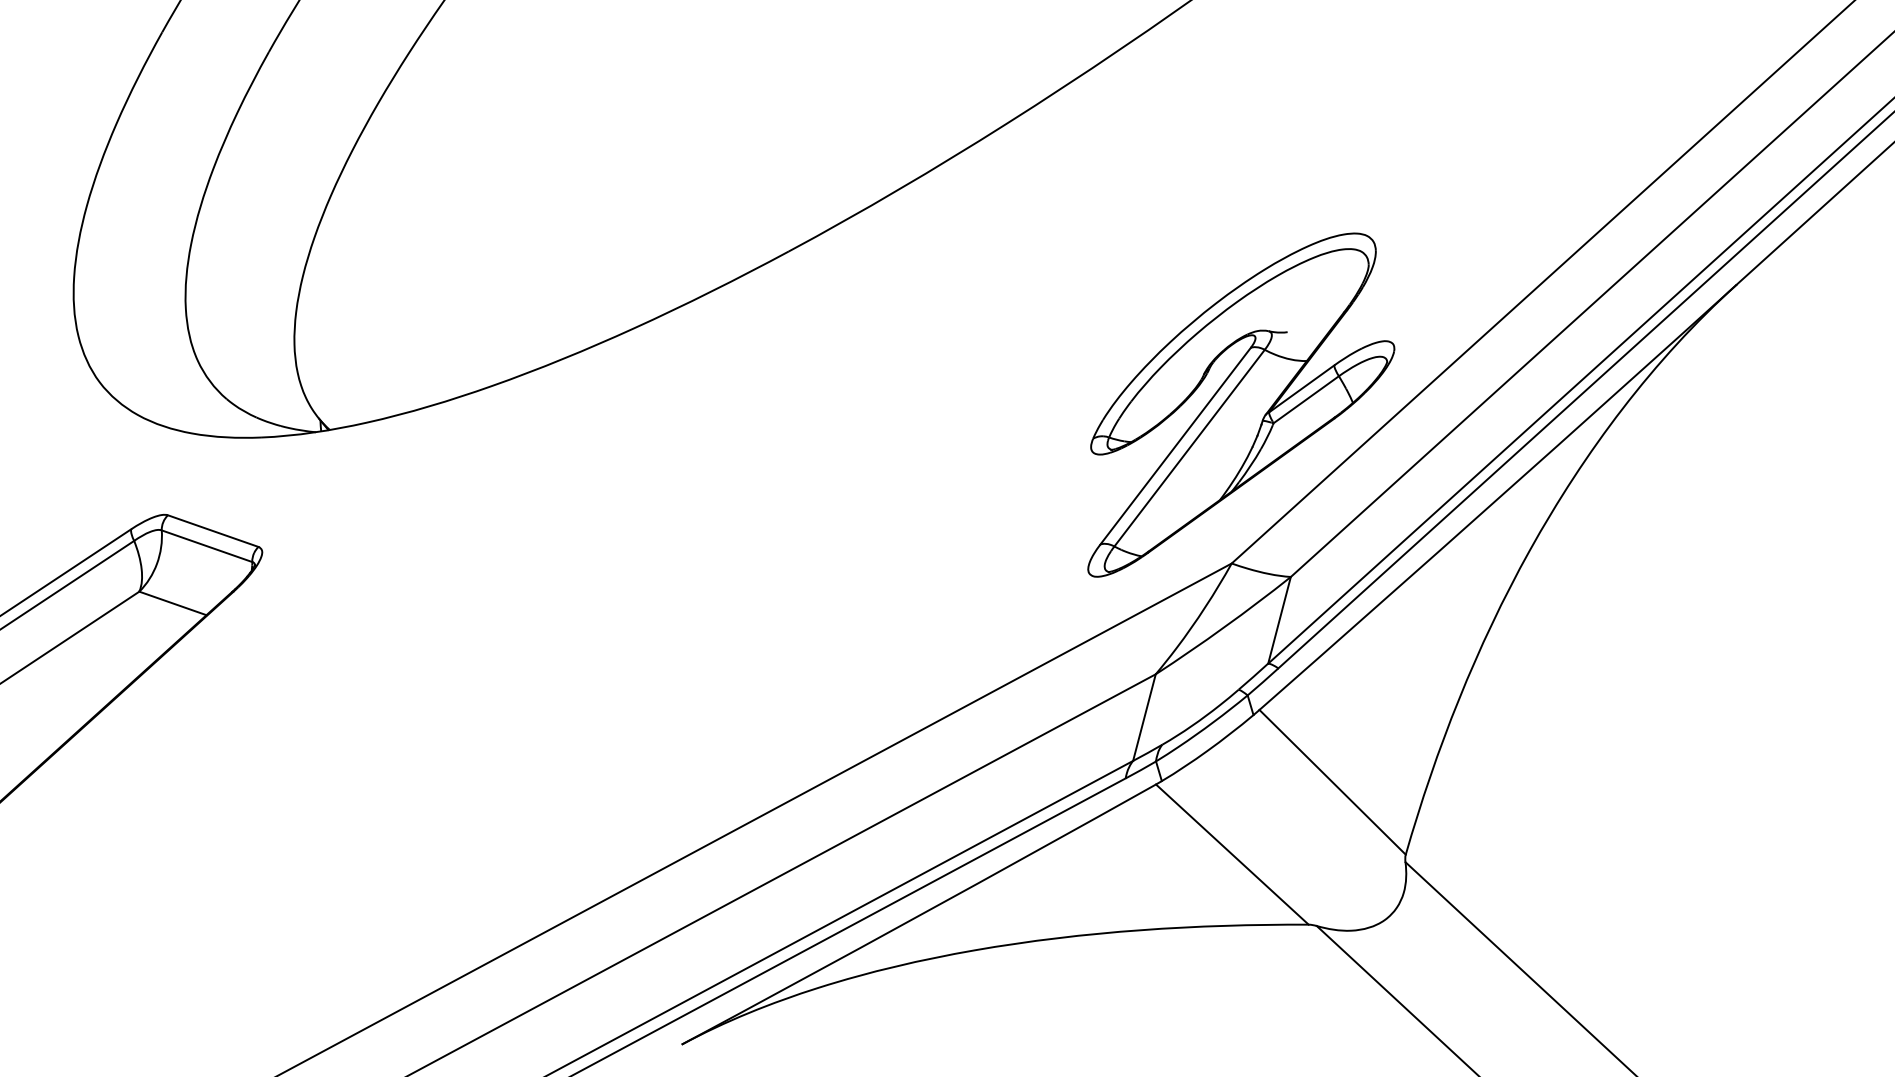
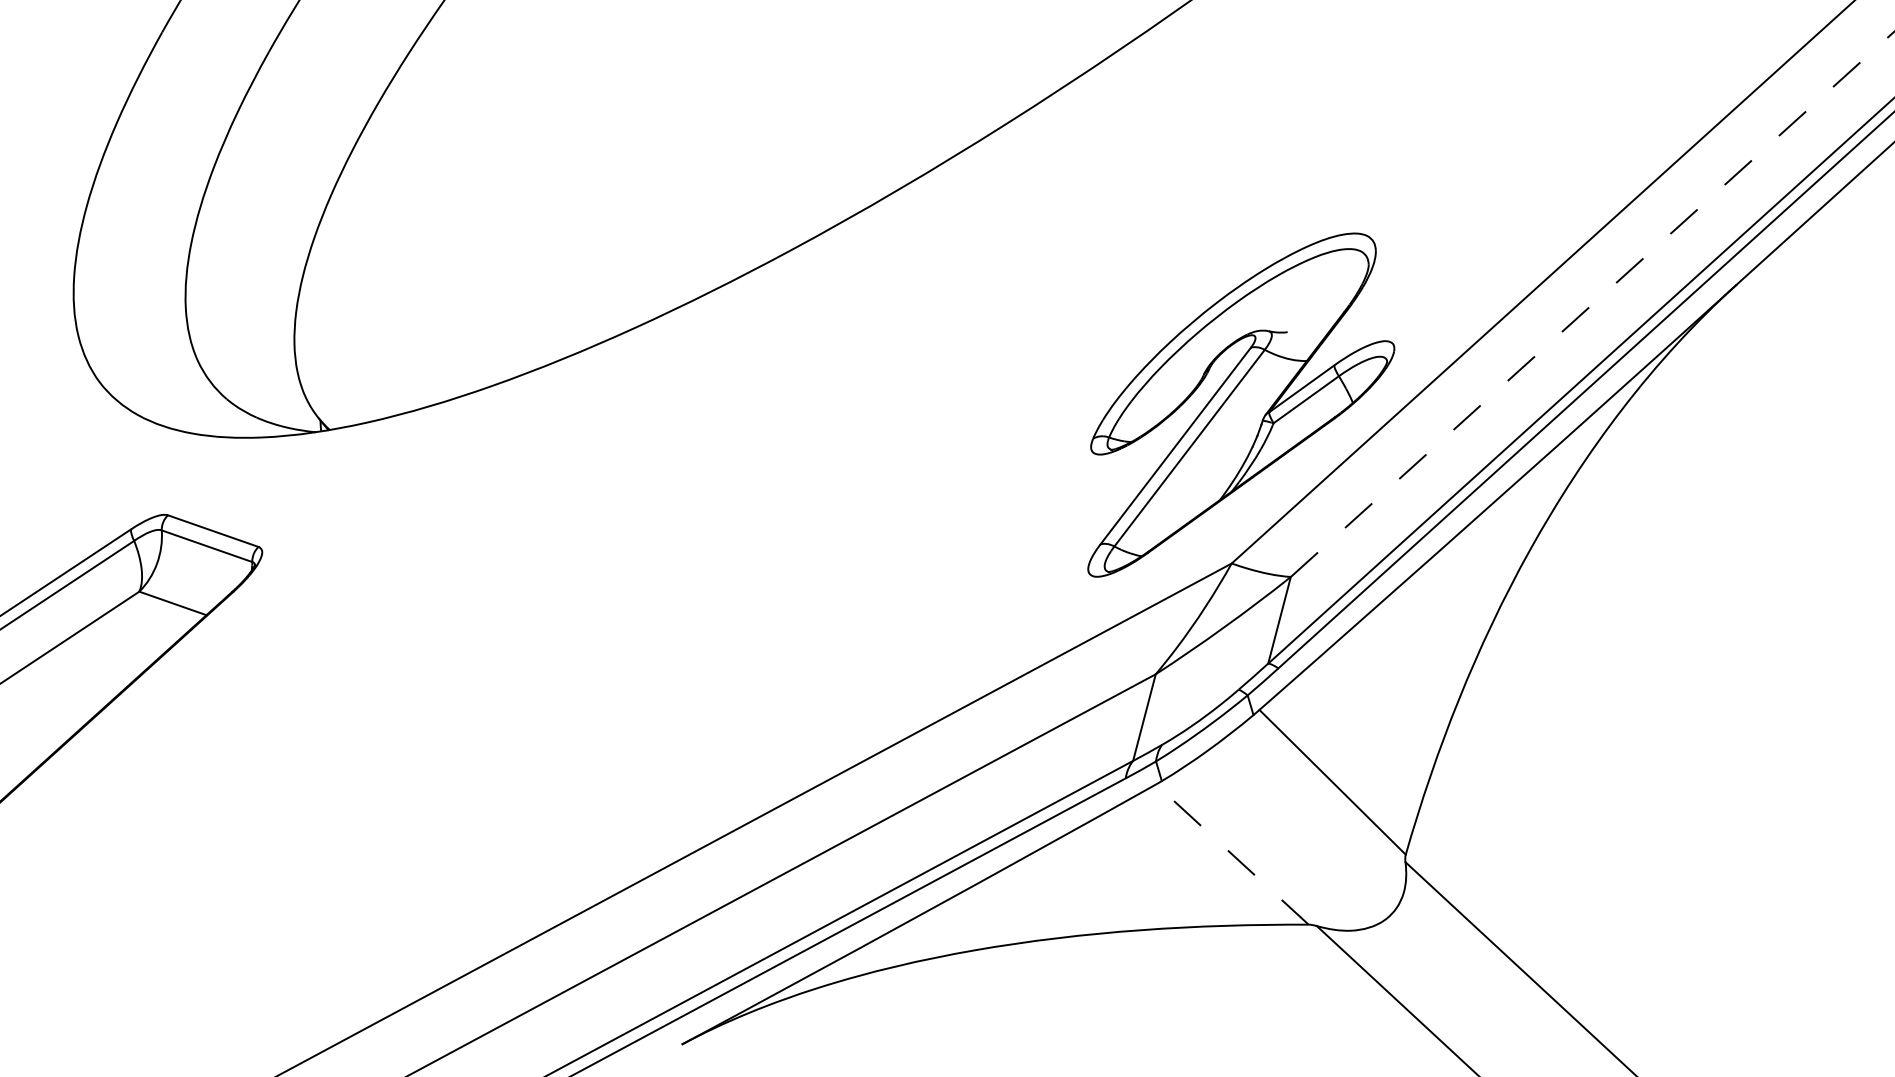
line at (1592, 304): solid -> dashed
line at (1232, 854): solid -> dashed
